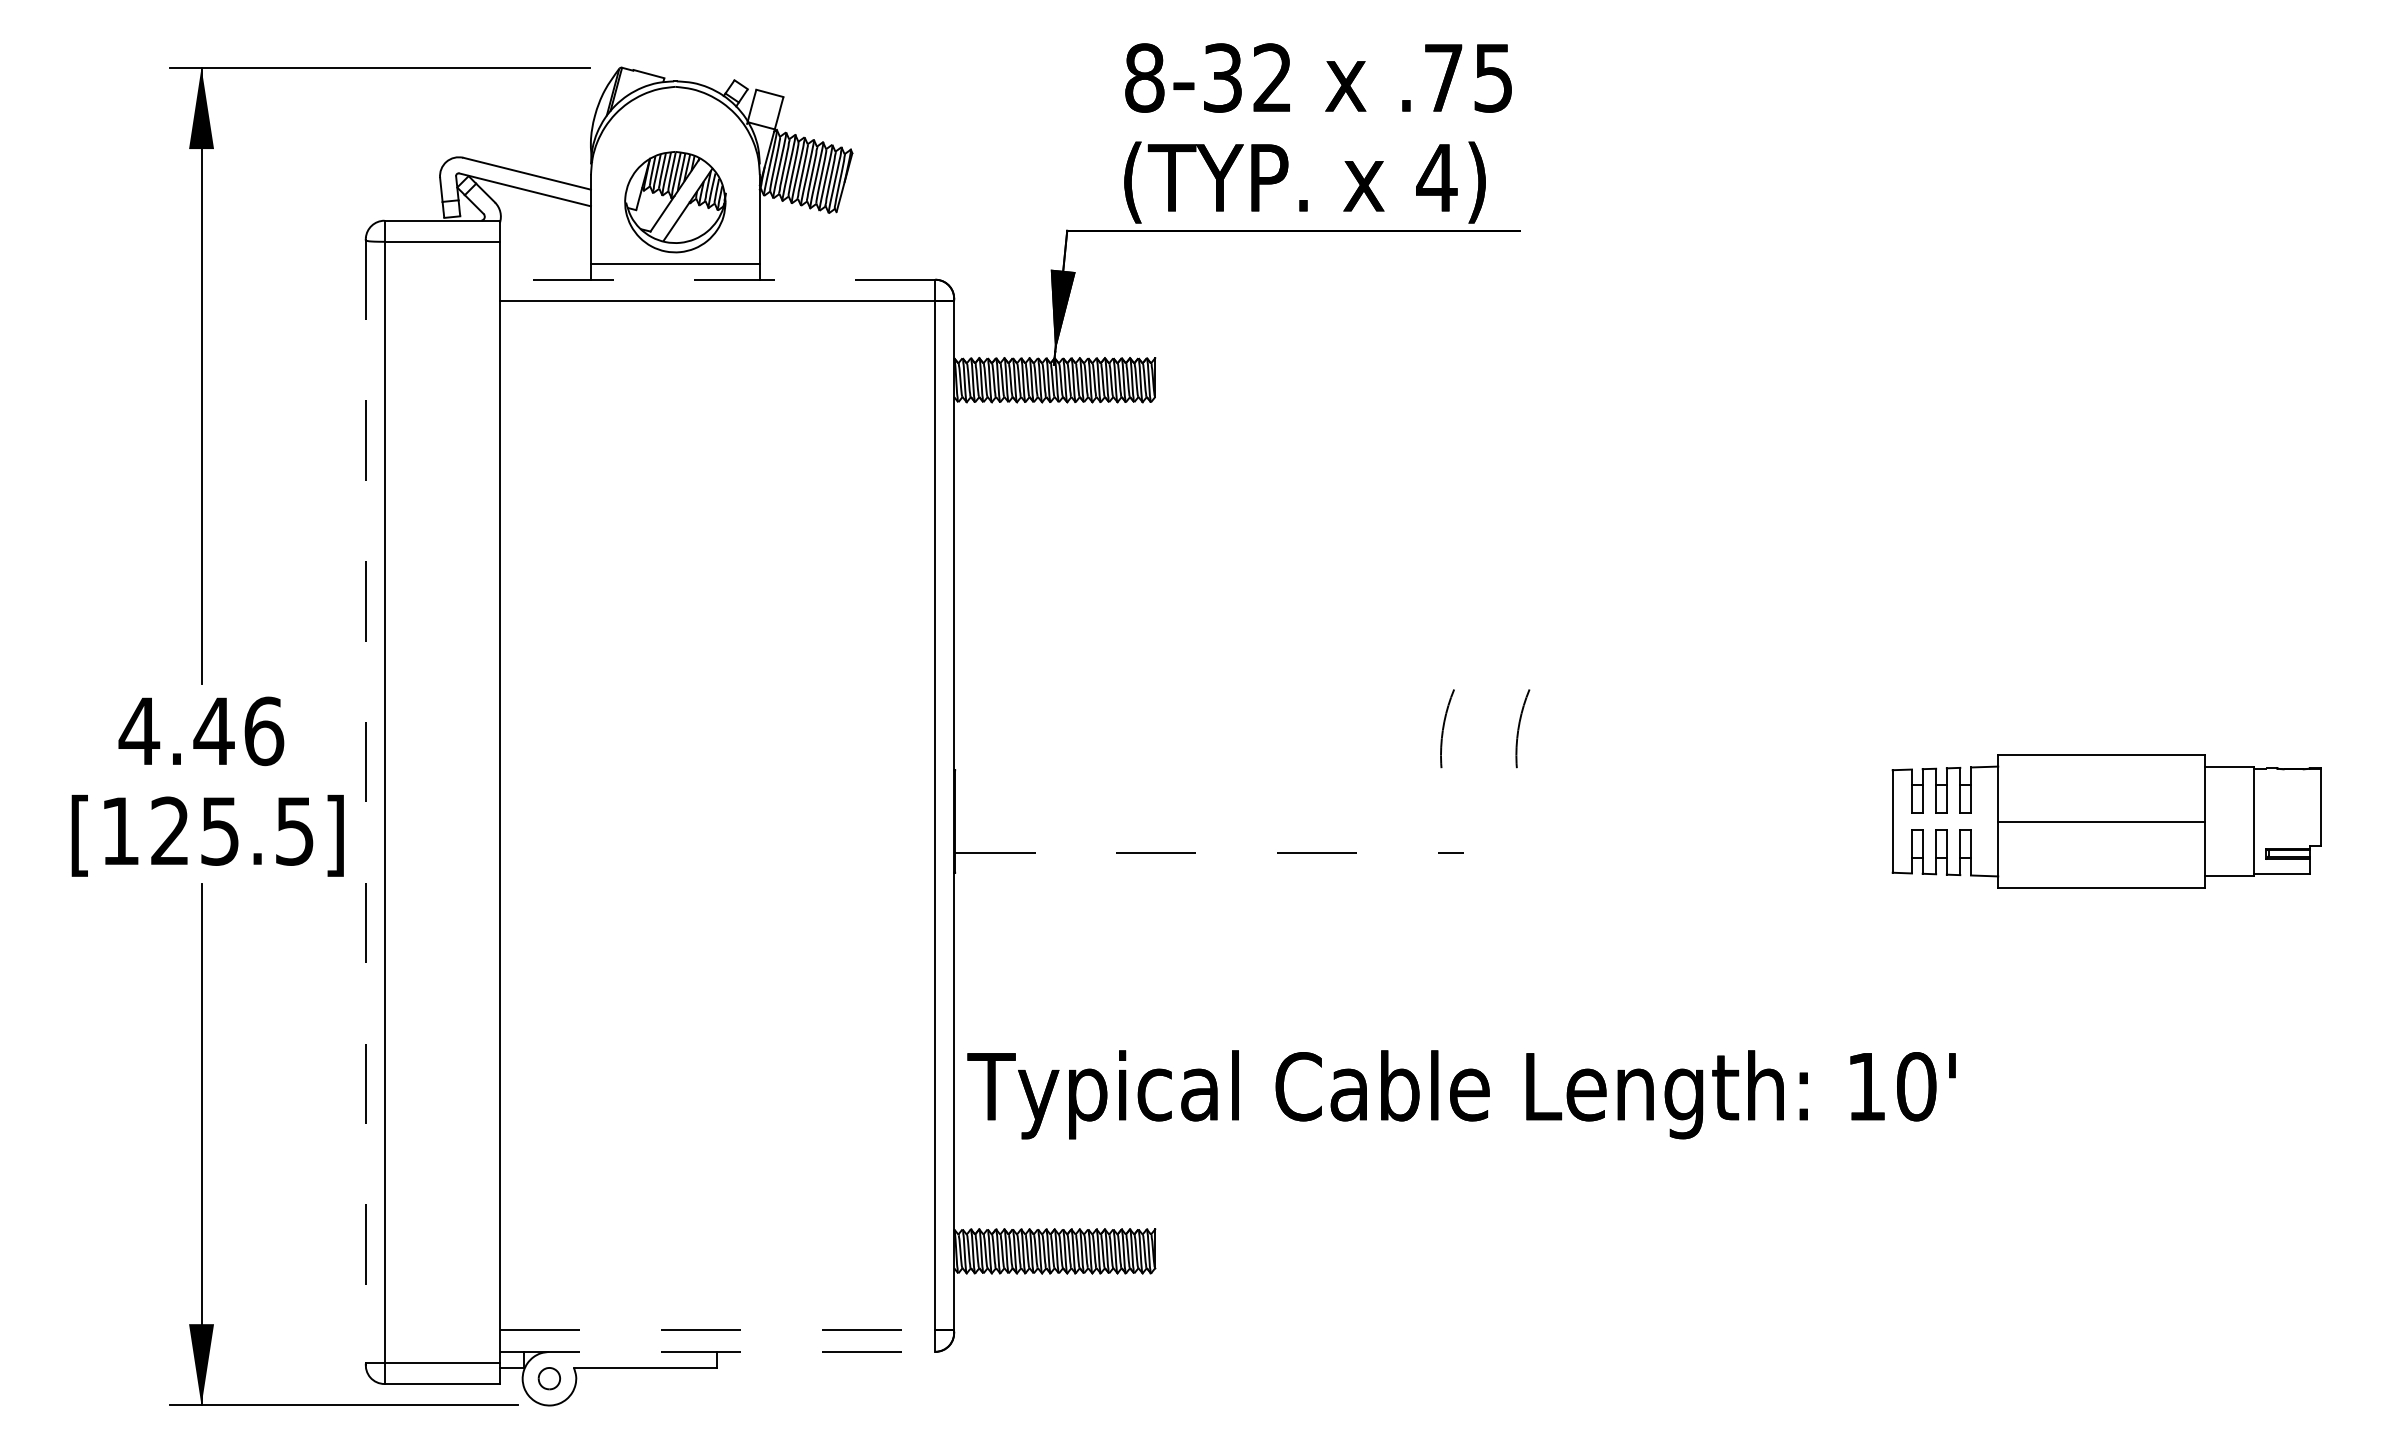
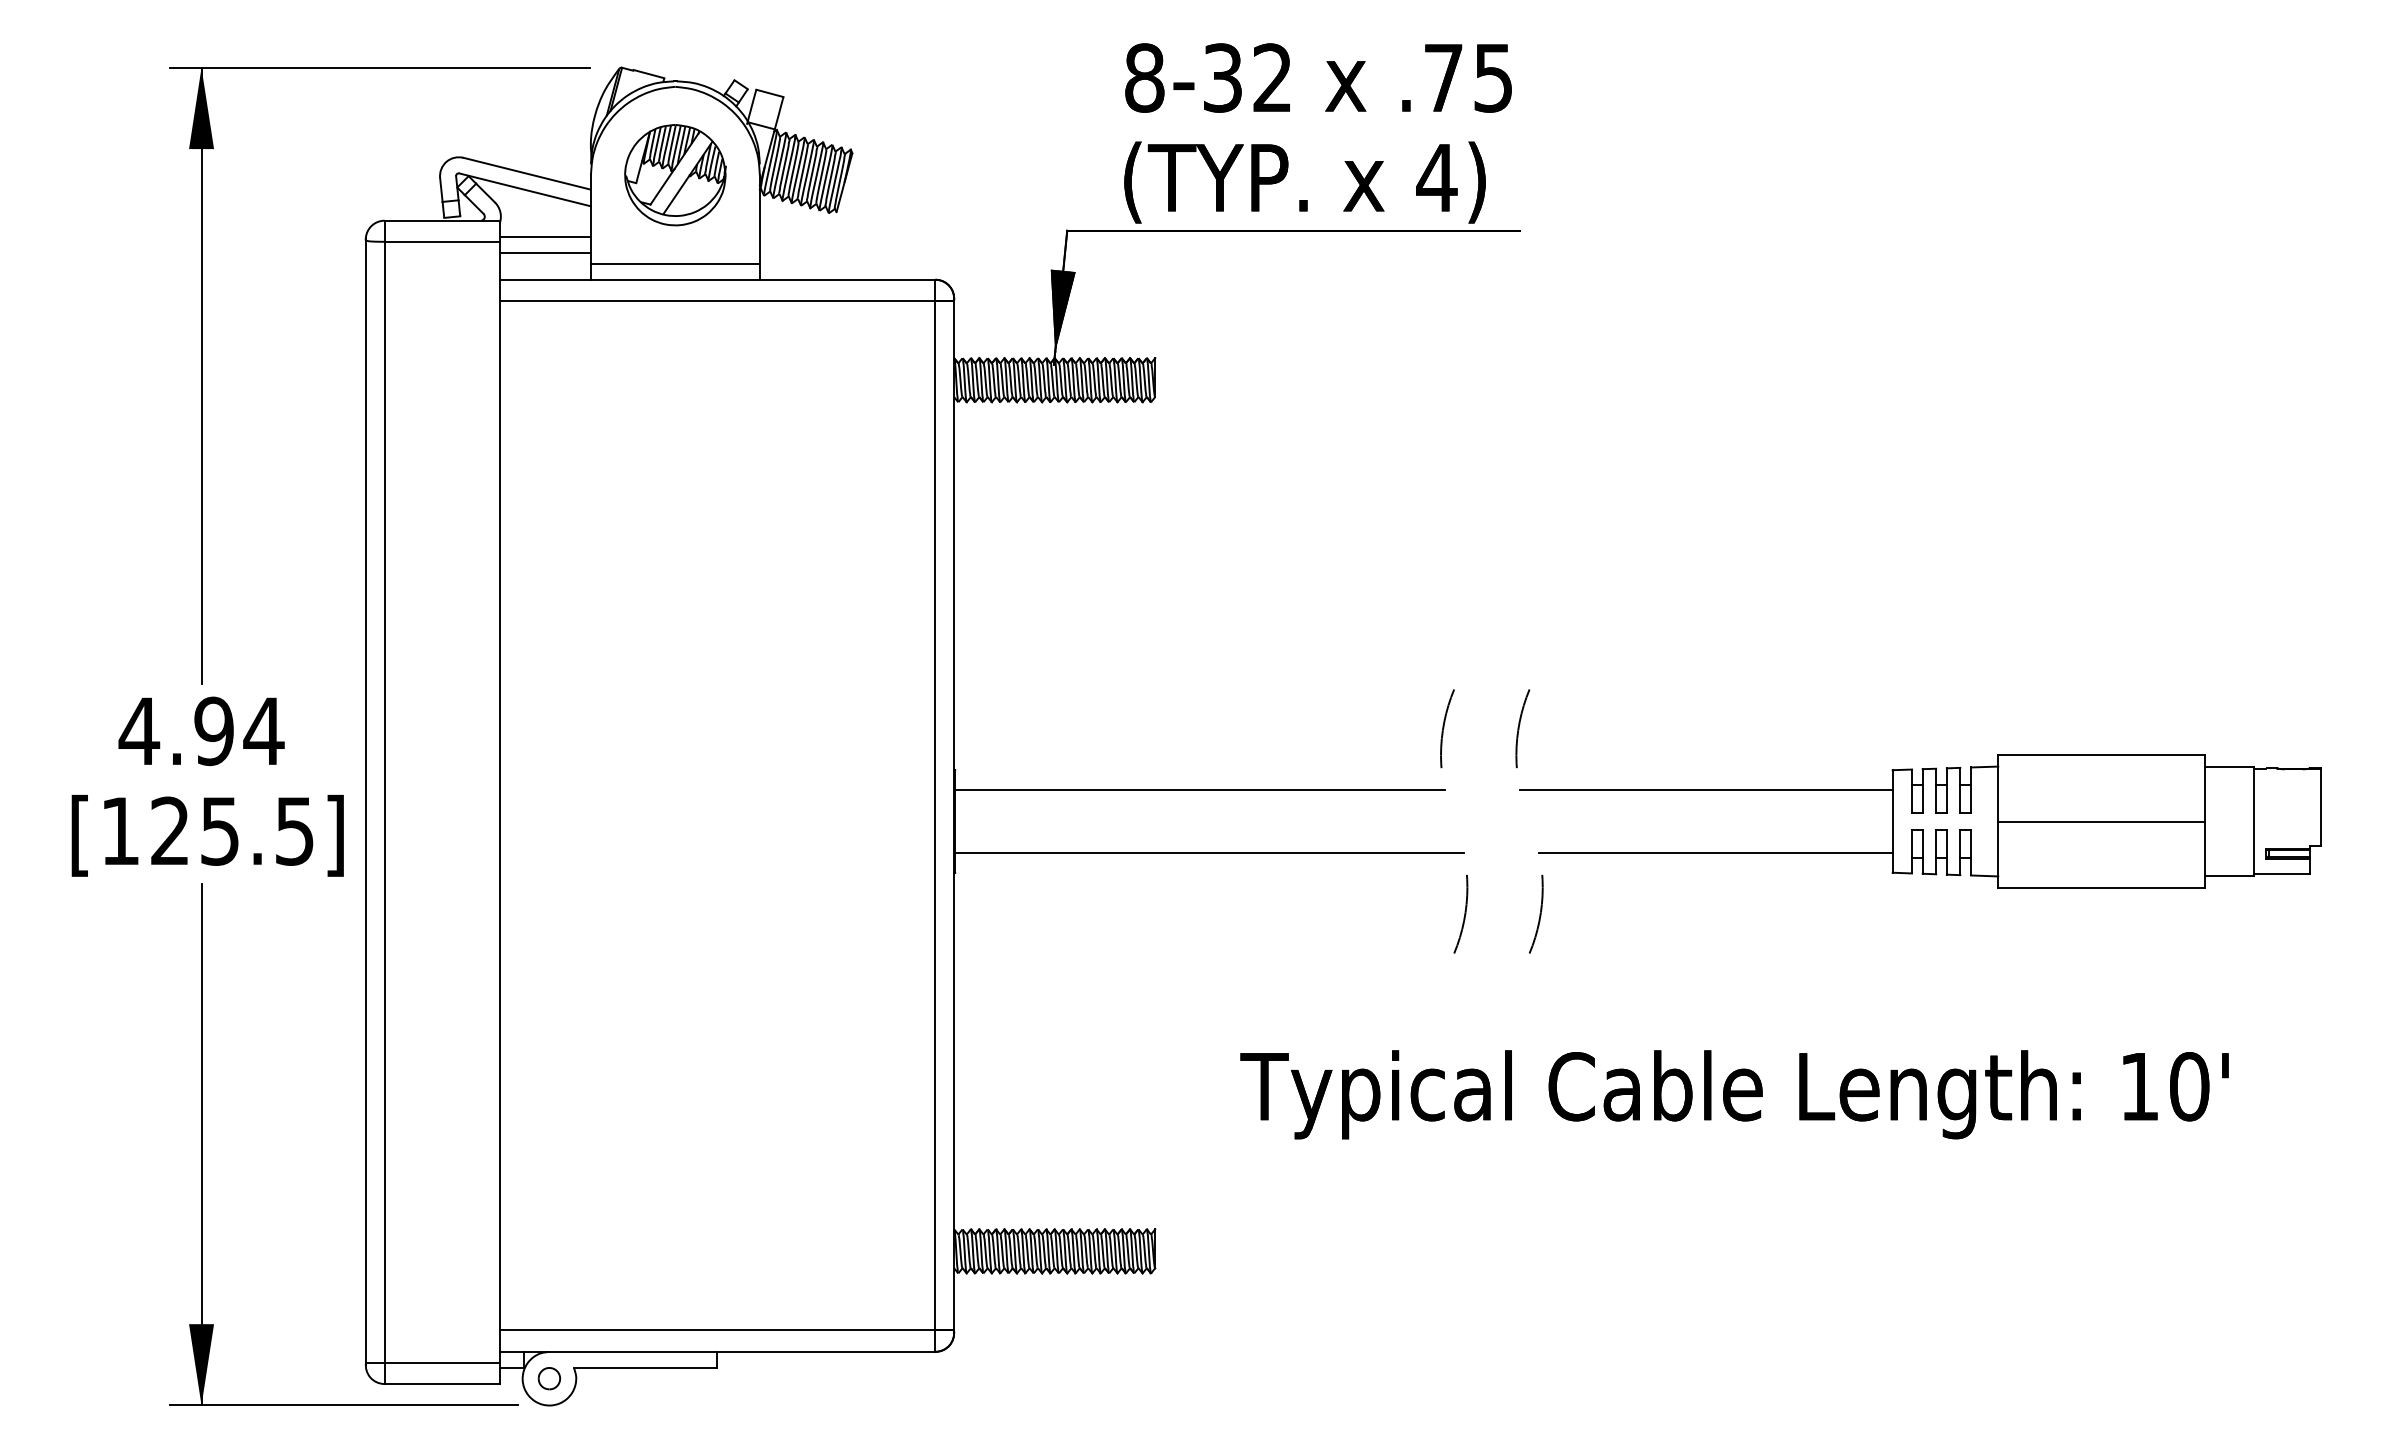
part at (675, 202) position: (675, 202) -> (675, 175)
line at (544, 236): none -> present
line at (544, 252): none -> present
line at (717, 279): dashed -> solid
text at (238, 731): 4.46 -> 4.94
line at (1705, 789): none -> present
line at (1199, 790): none -> present
line at (365, 801): dashed -> solid
line at (1210, 853): dashed -> solid
line at (1715, 853): none -> present
arc at (1464, 913): none -> present
arc at (1539, 913): none -> present
text at (1461, 1094) position: (1461, 1094) -> (1734, 1094)
line at (717, 1330): dashed -> solid
line at (717, 1351): dashed -> solid
